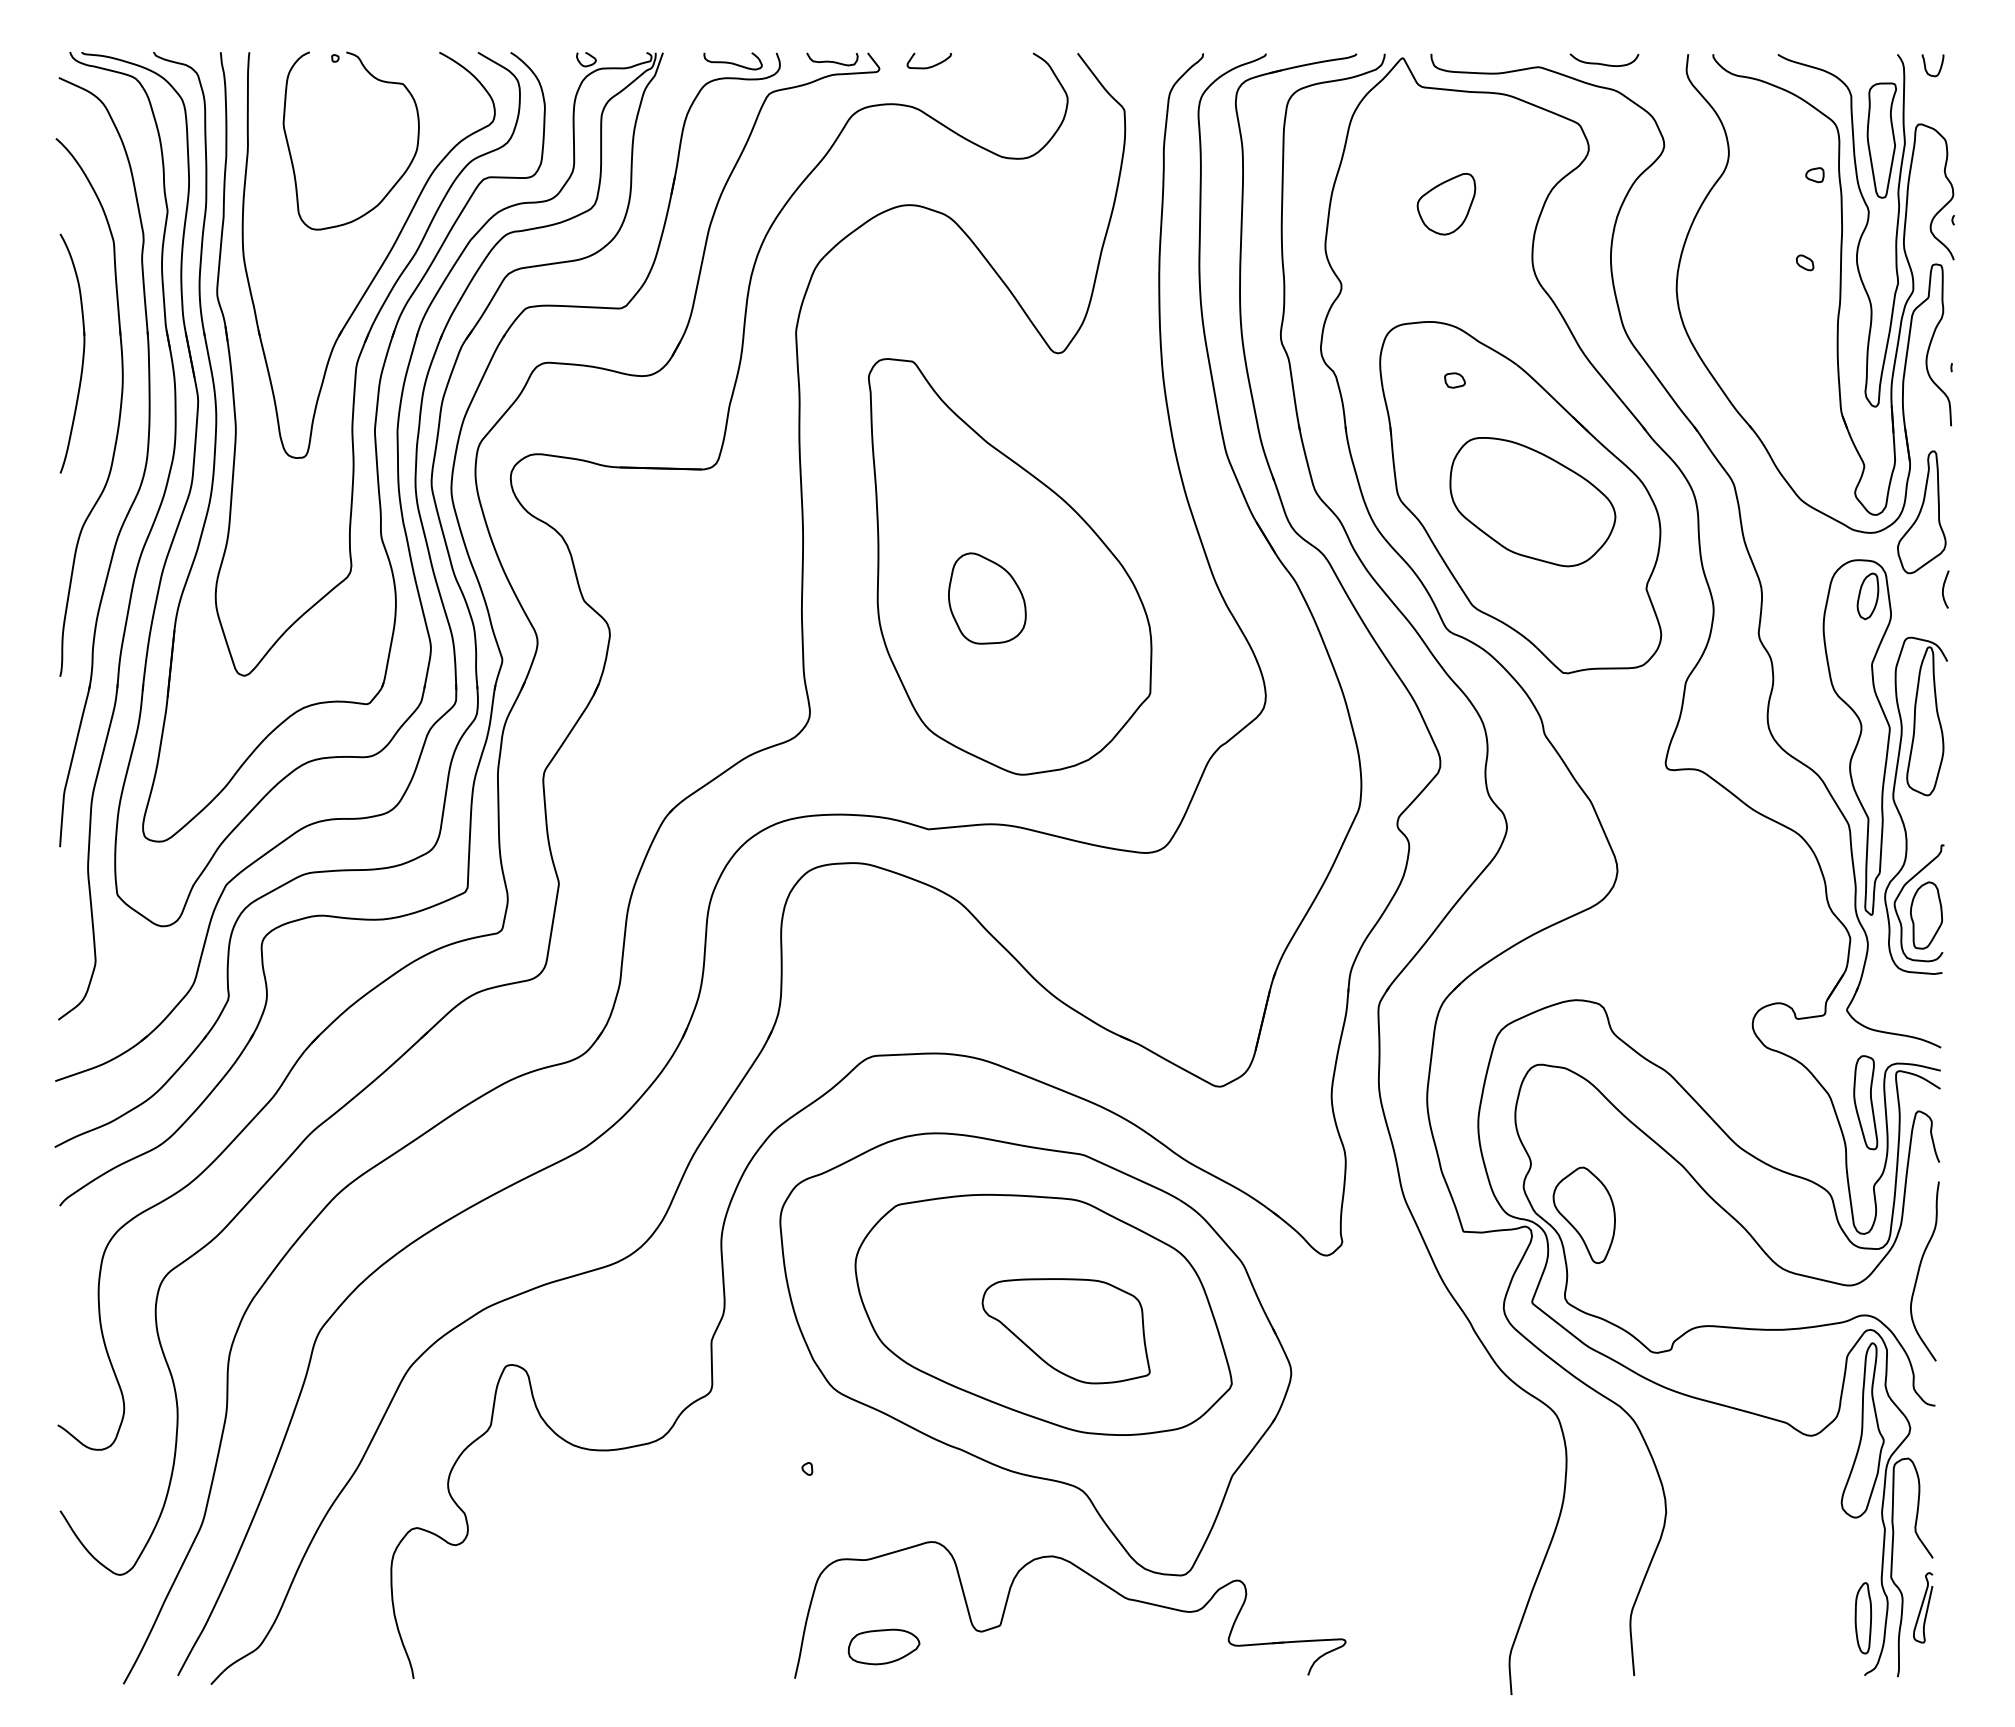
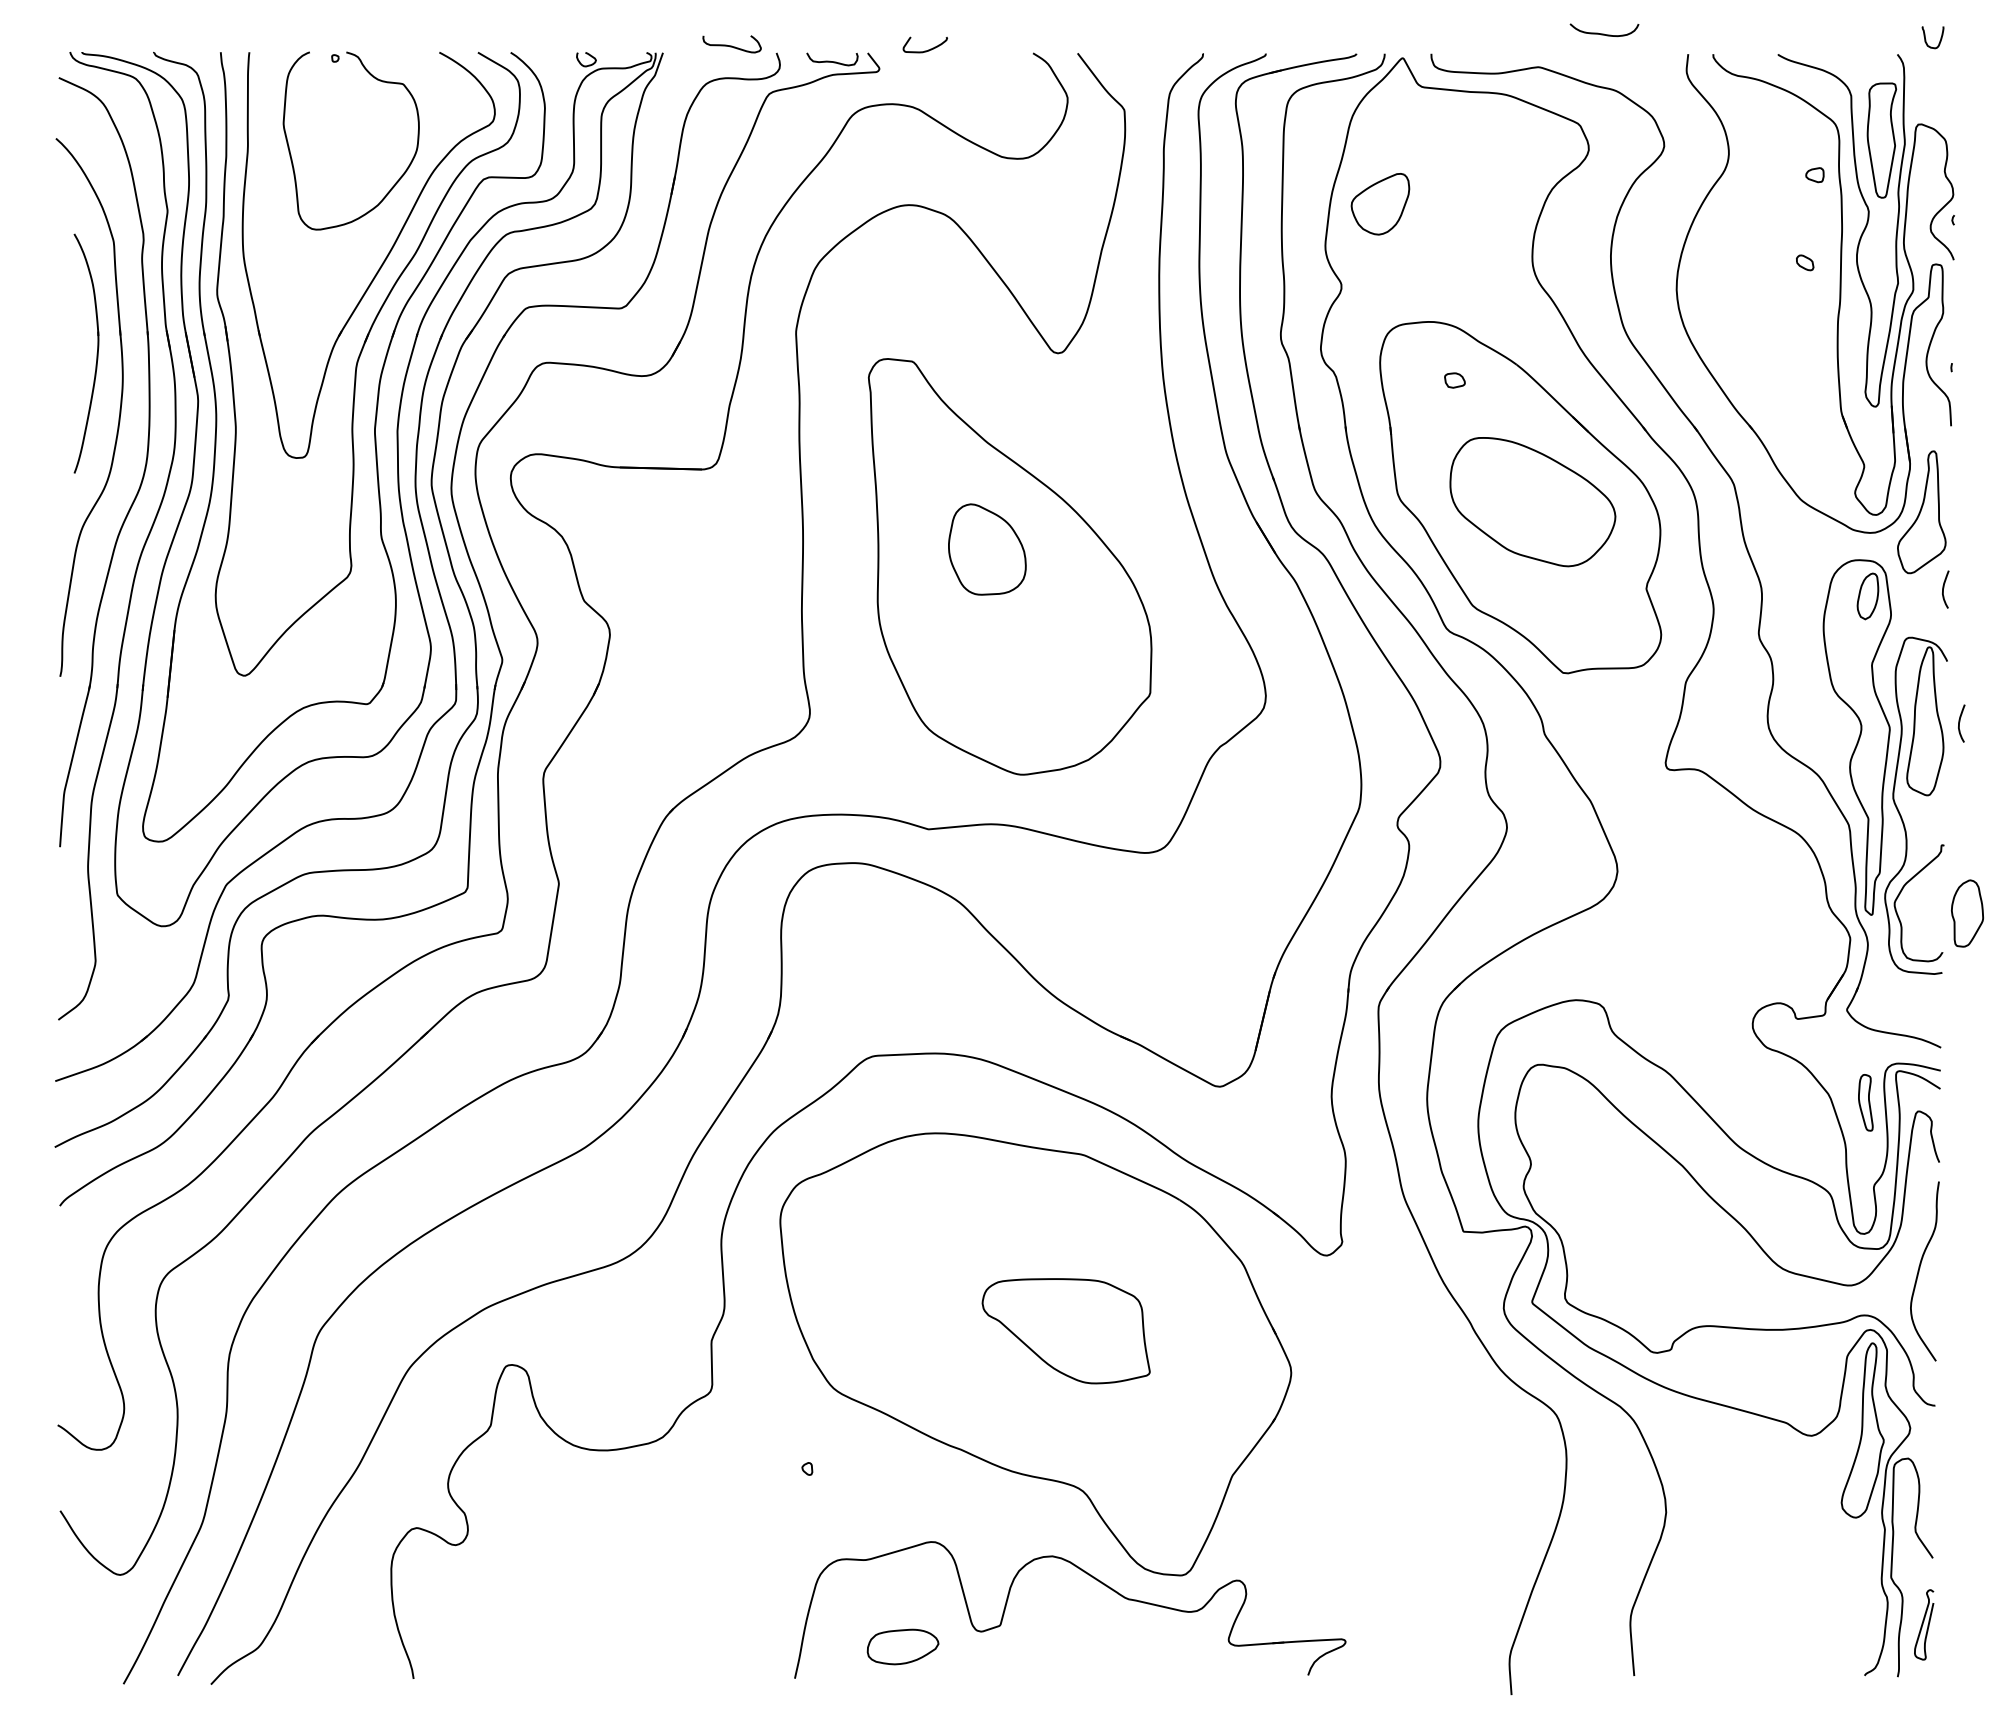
curve at (732, 62) position: (732, 62) -> (731, 45)
curve at (1604, 63) position: (1604, 63) -> (1604, 33)
curve at (928, 66) position: (928, 66) -> (924, 50)
curve at (1926, 67) position: (1926, 67) -> (1926, 39)
part at (1446, 204) position: (1446, 204) -> (1380, 204)
part at (82, 353) position: (82, 353) -> (96, 353)
part at (987, 598) position: (987, 598) -> (987, 549)
curve at (1960, 722): none -> present
part at (1926, 915) position: (1926, 915) -> (1967, 913)
part at (1865, 1102) size: 26x96 px -> 16x58 px
part at (1583, 1215): present -> none
part at (1043, 1314): present -> none
curve at (1922, 1607) position: (1922, 1607) -> (1923, 1624)
part at (1862, 1618): present -> none
part at (883, 1646) position: (883, 1646) -> (902, 1646)
